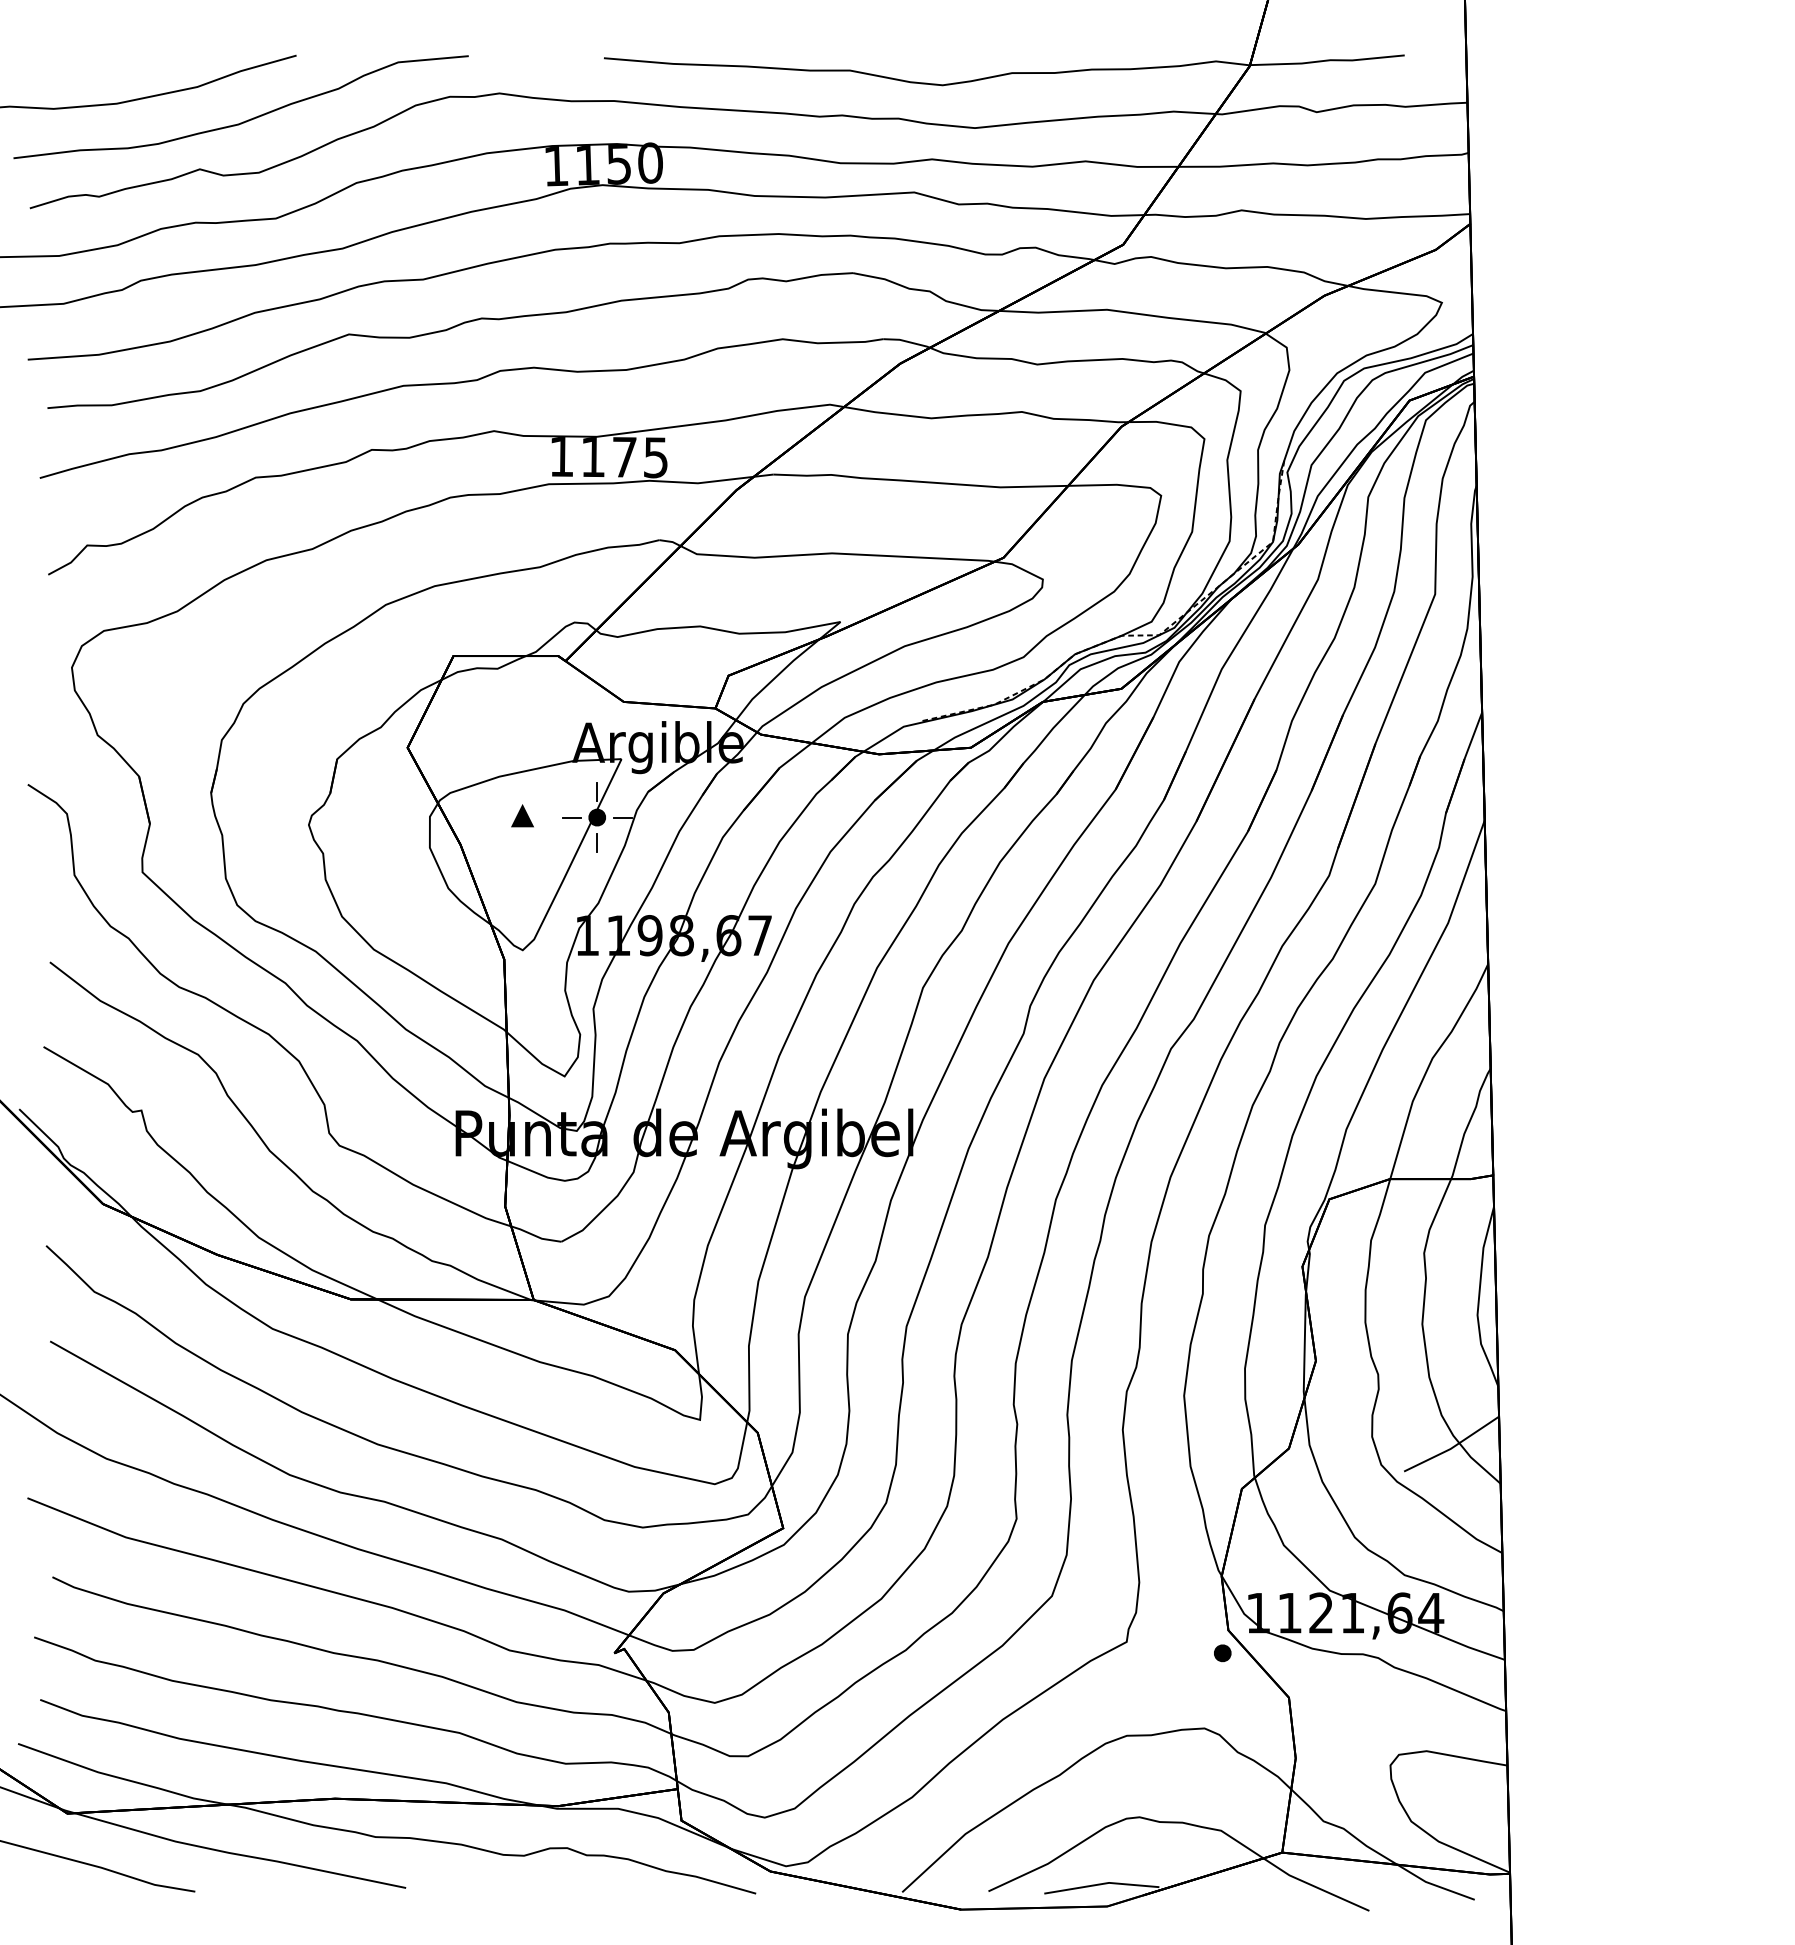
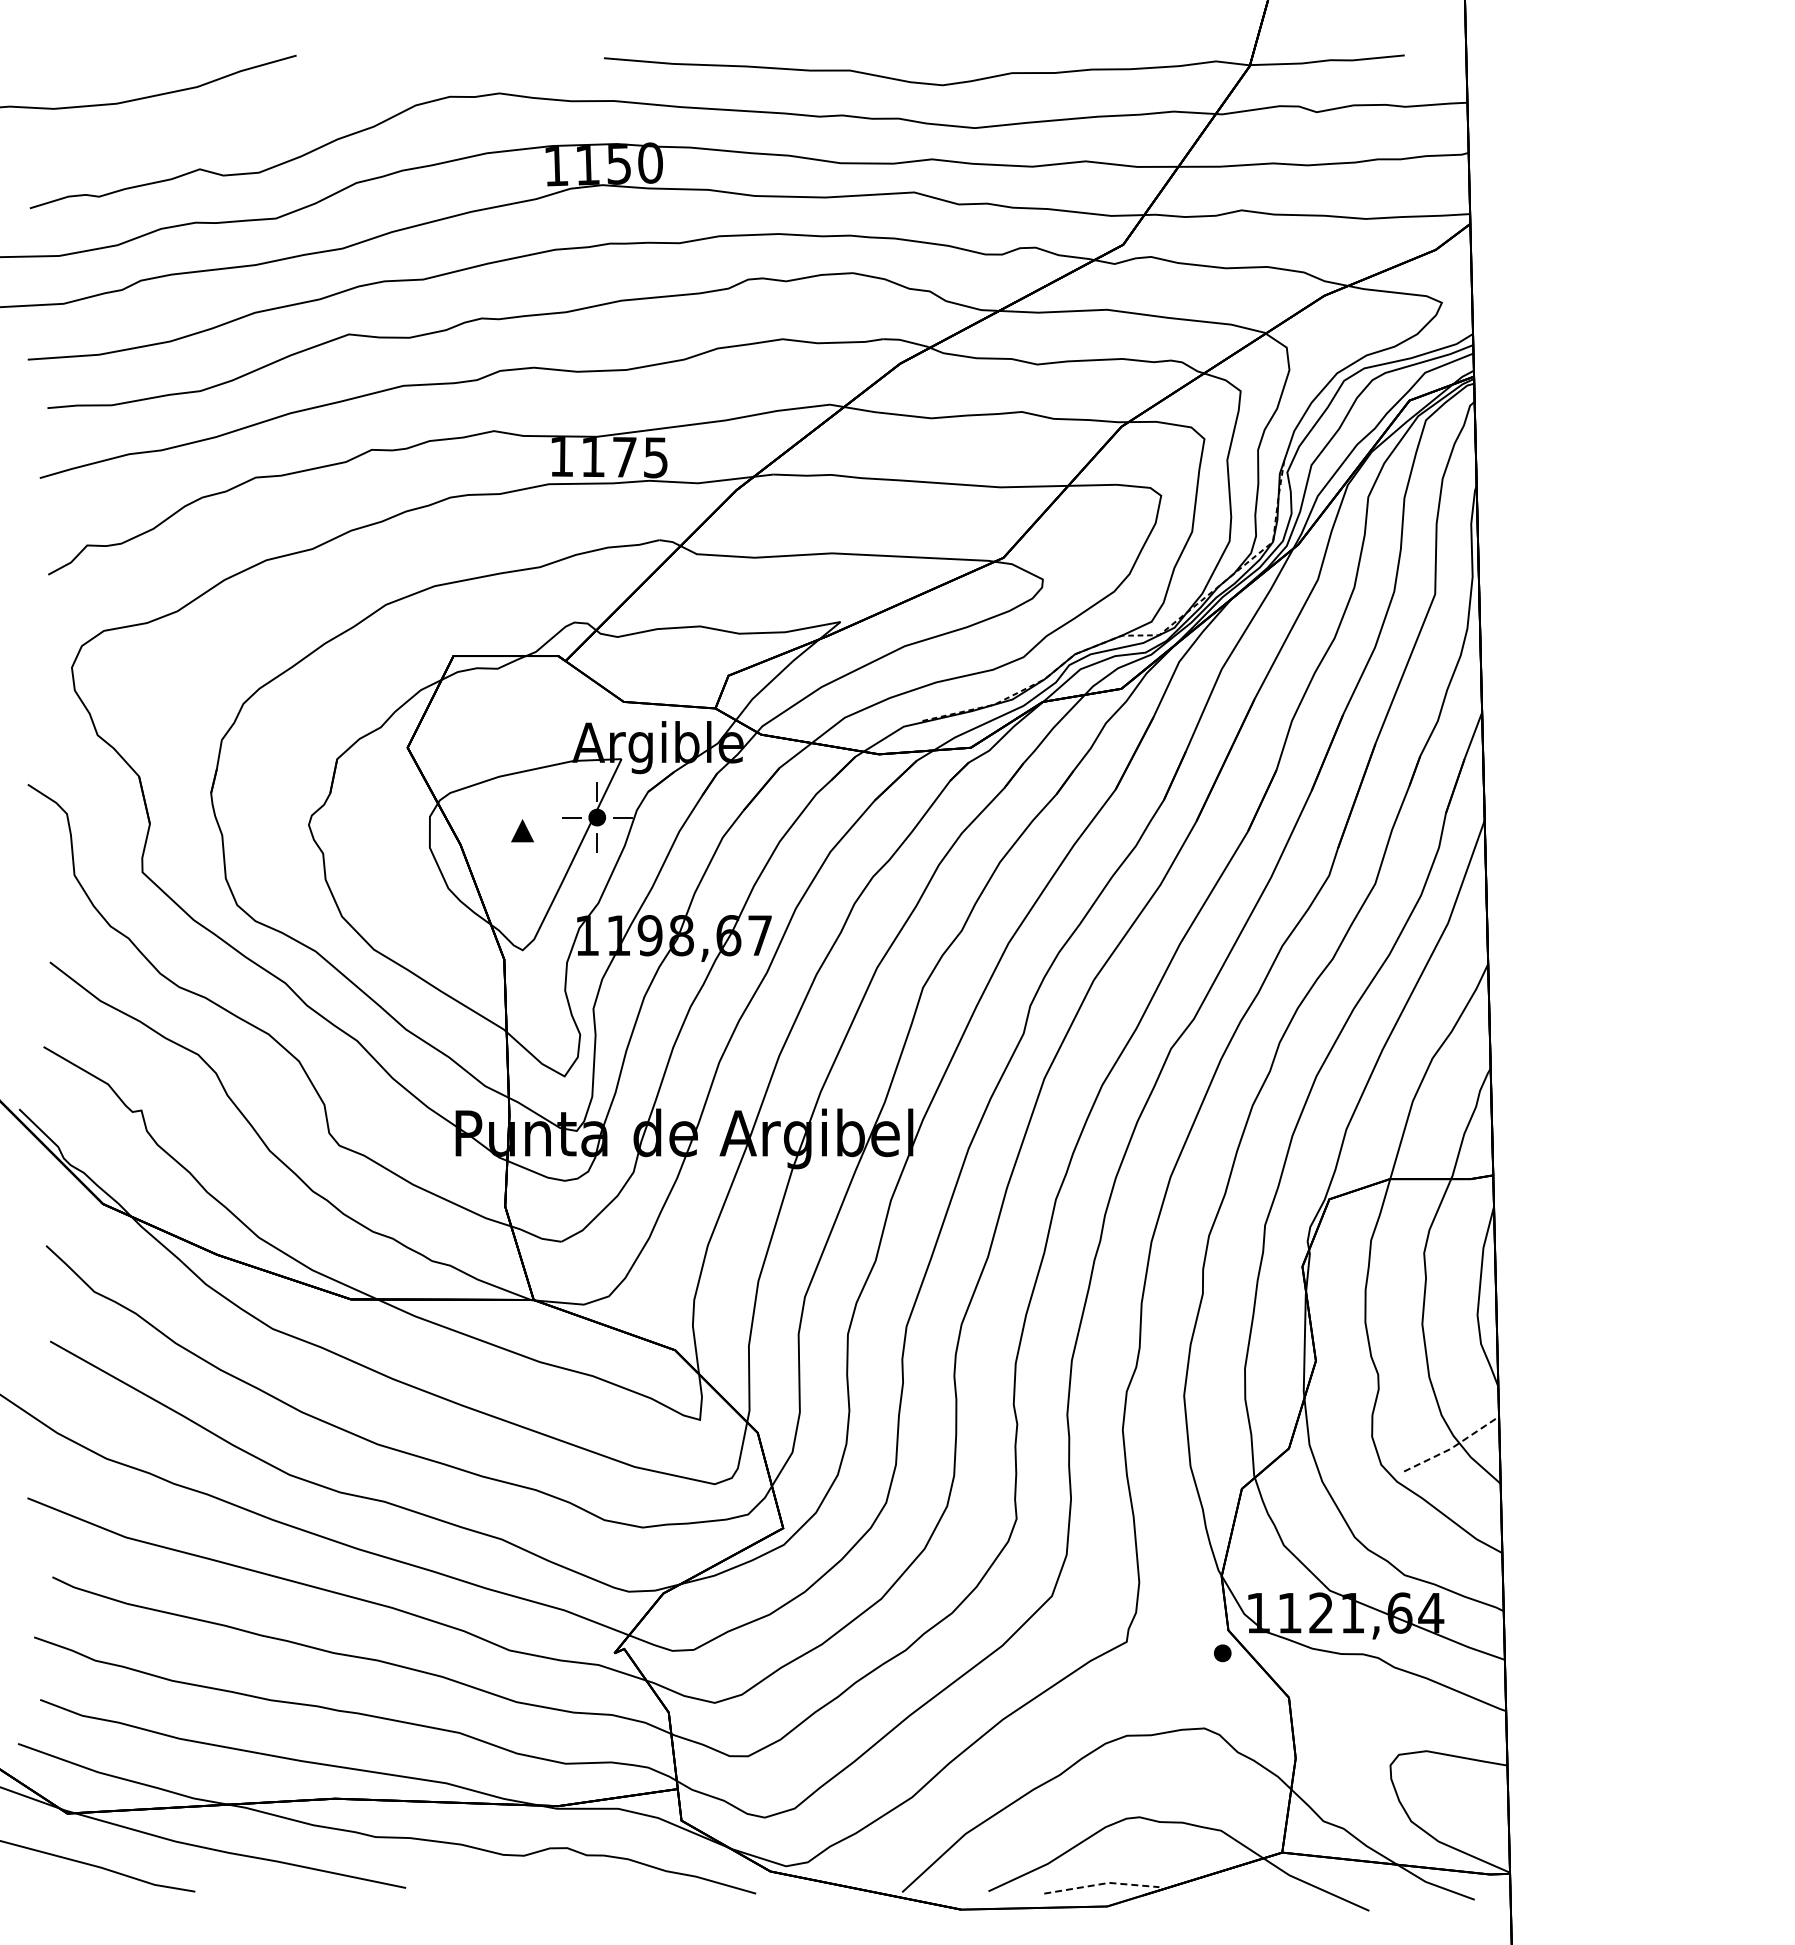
curve at (245, 120): present -> none
part at (522, 815) position: (522, 815) -> (522, 830)
line at (1453, 1447): solid -> dashed
line at (1102, 1884): solid -> dashed
